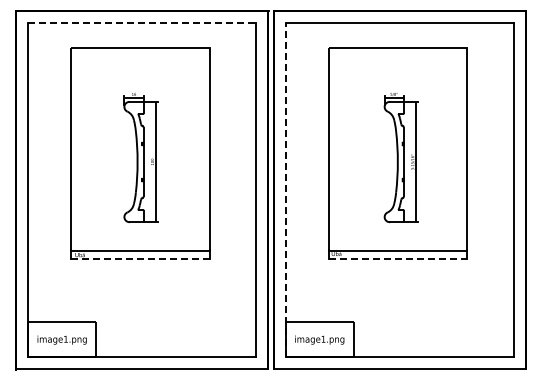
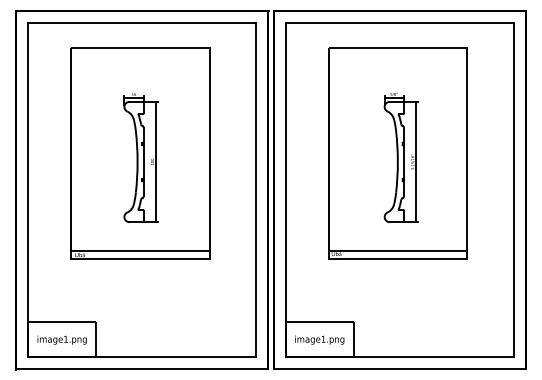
line at (142, 23): dashed -> solid
line at (285, 189): dashed -> solid
line at (140, 258): dashed -> solid
line at (398, 258): dashed -> solid
